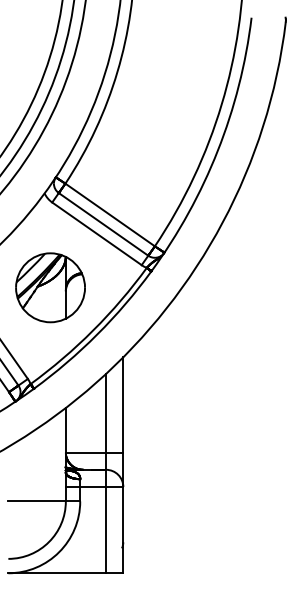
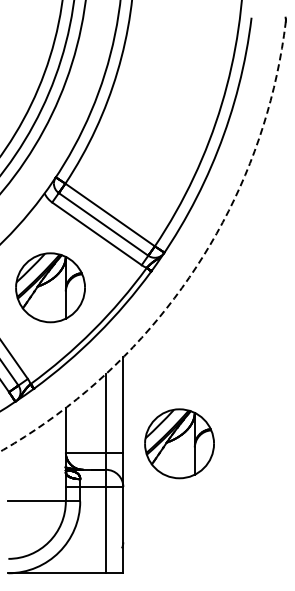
arc at (196, 267): solid -> dashed
part at (179, 443): none -> present
